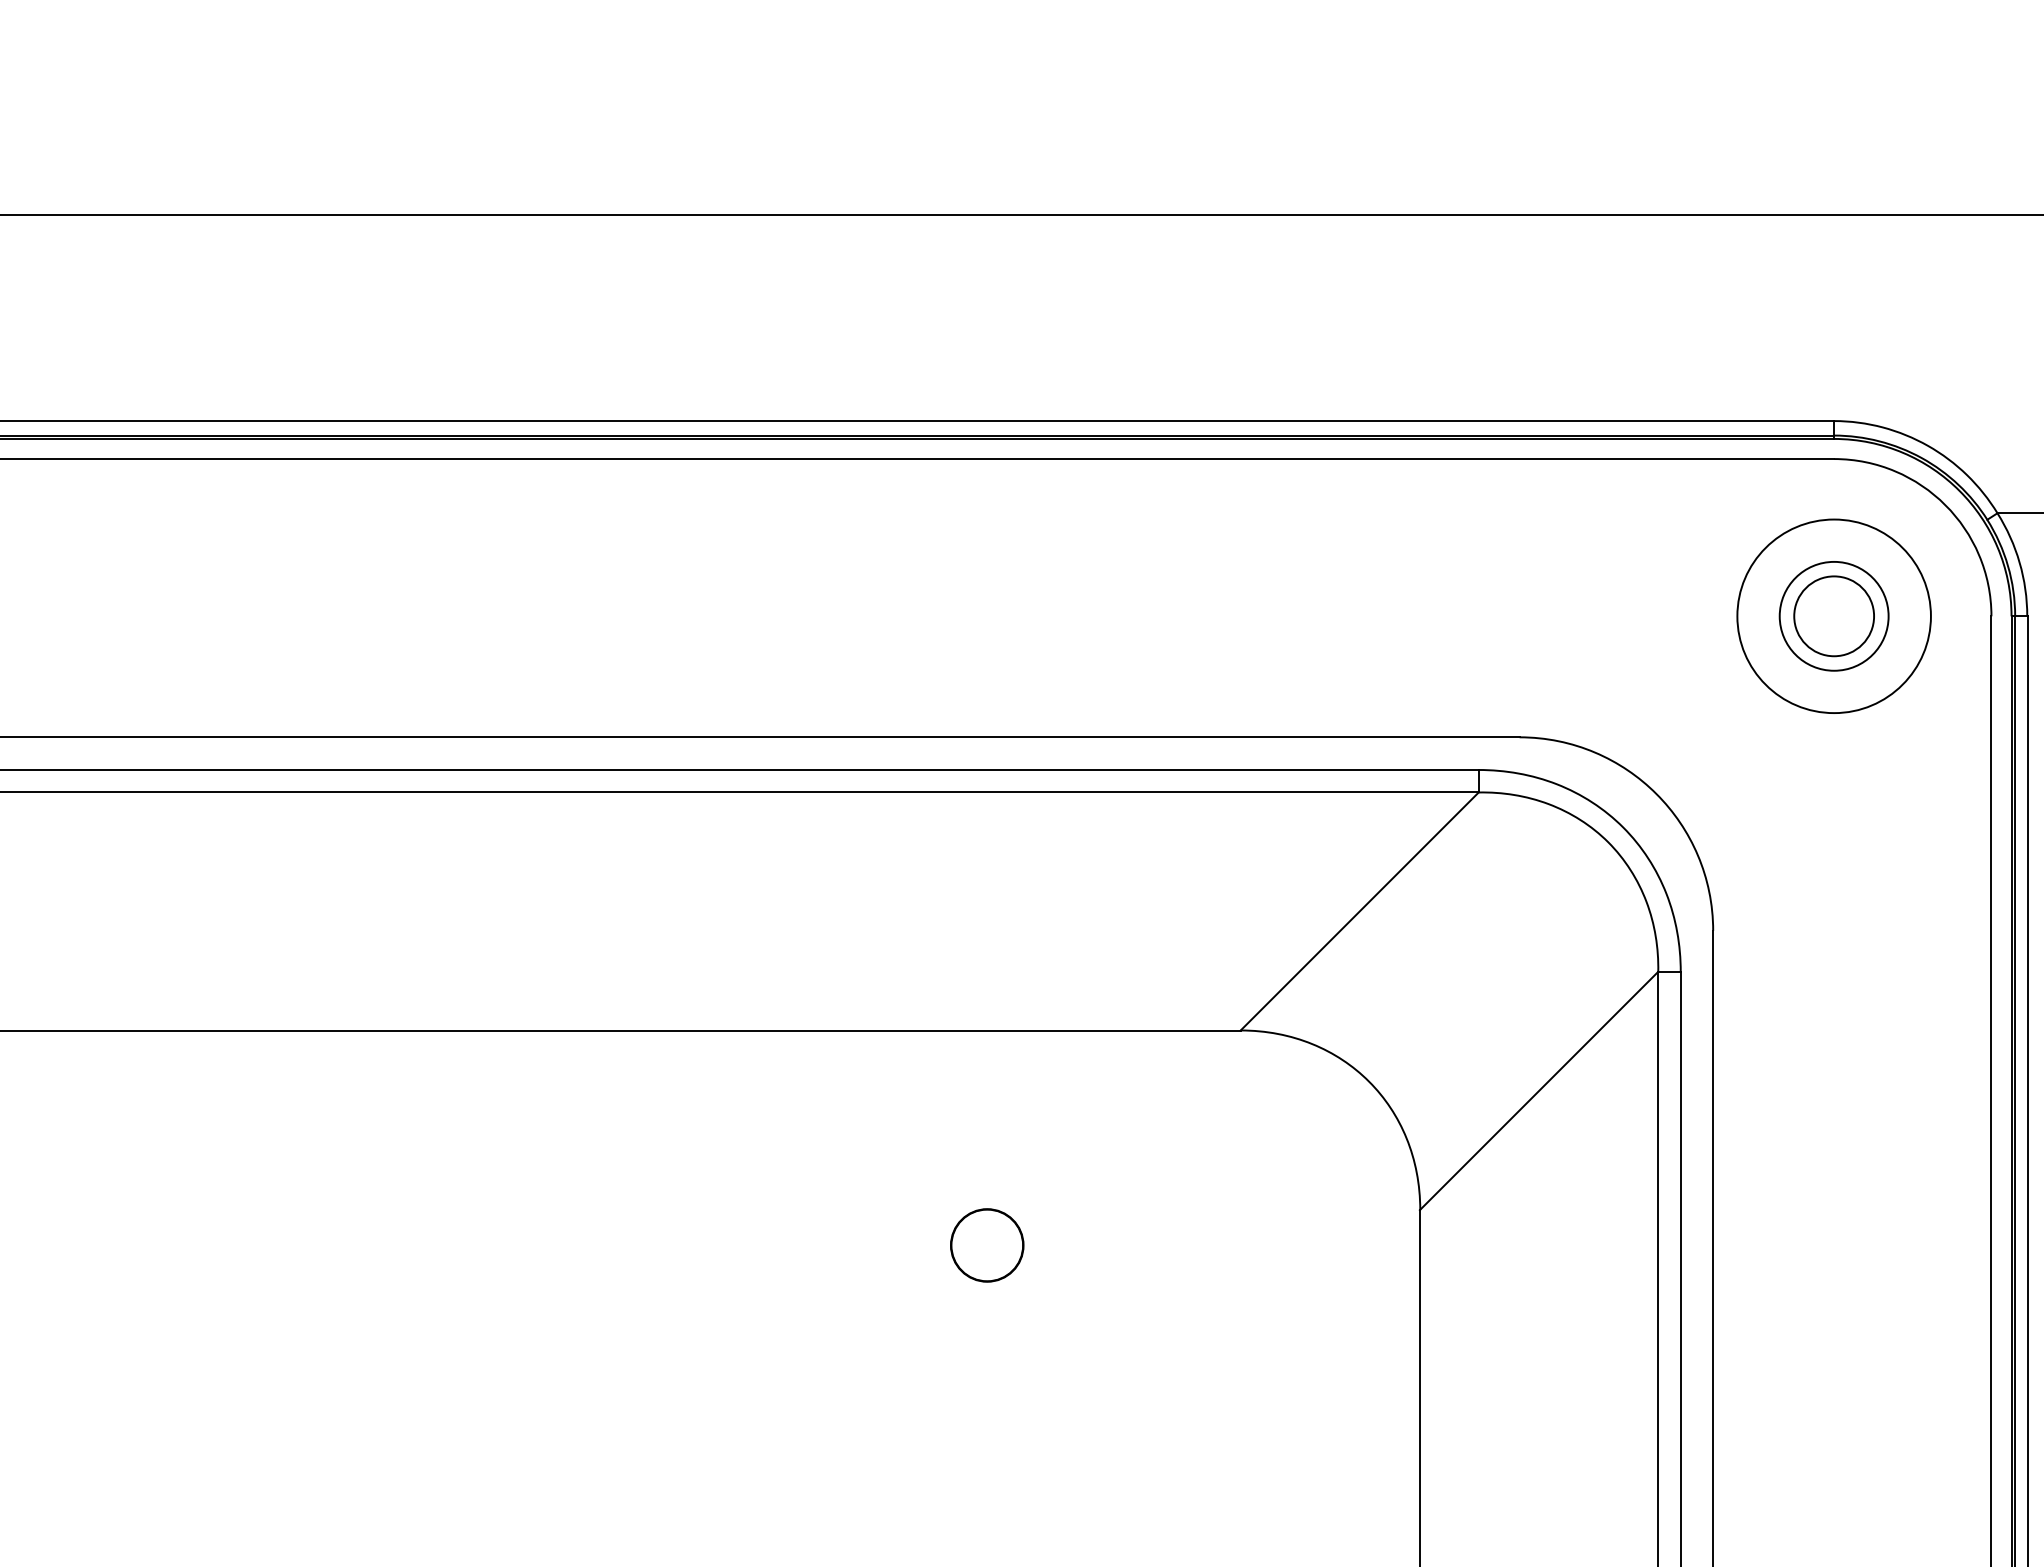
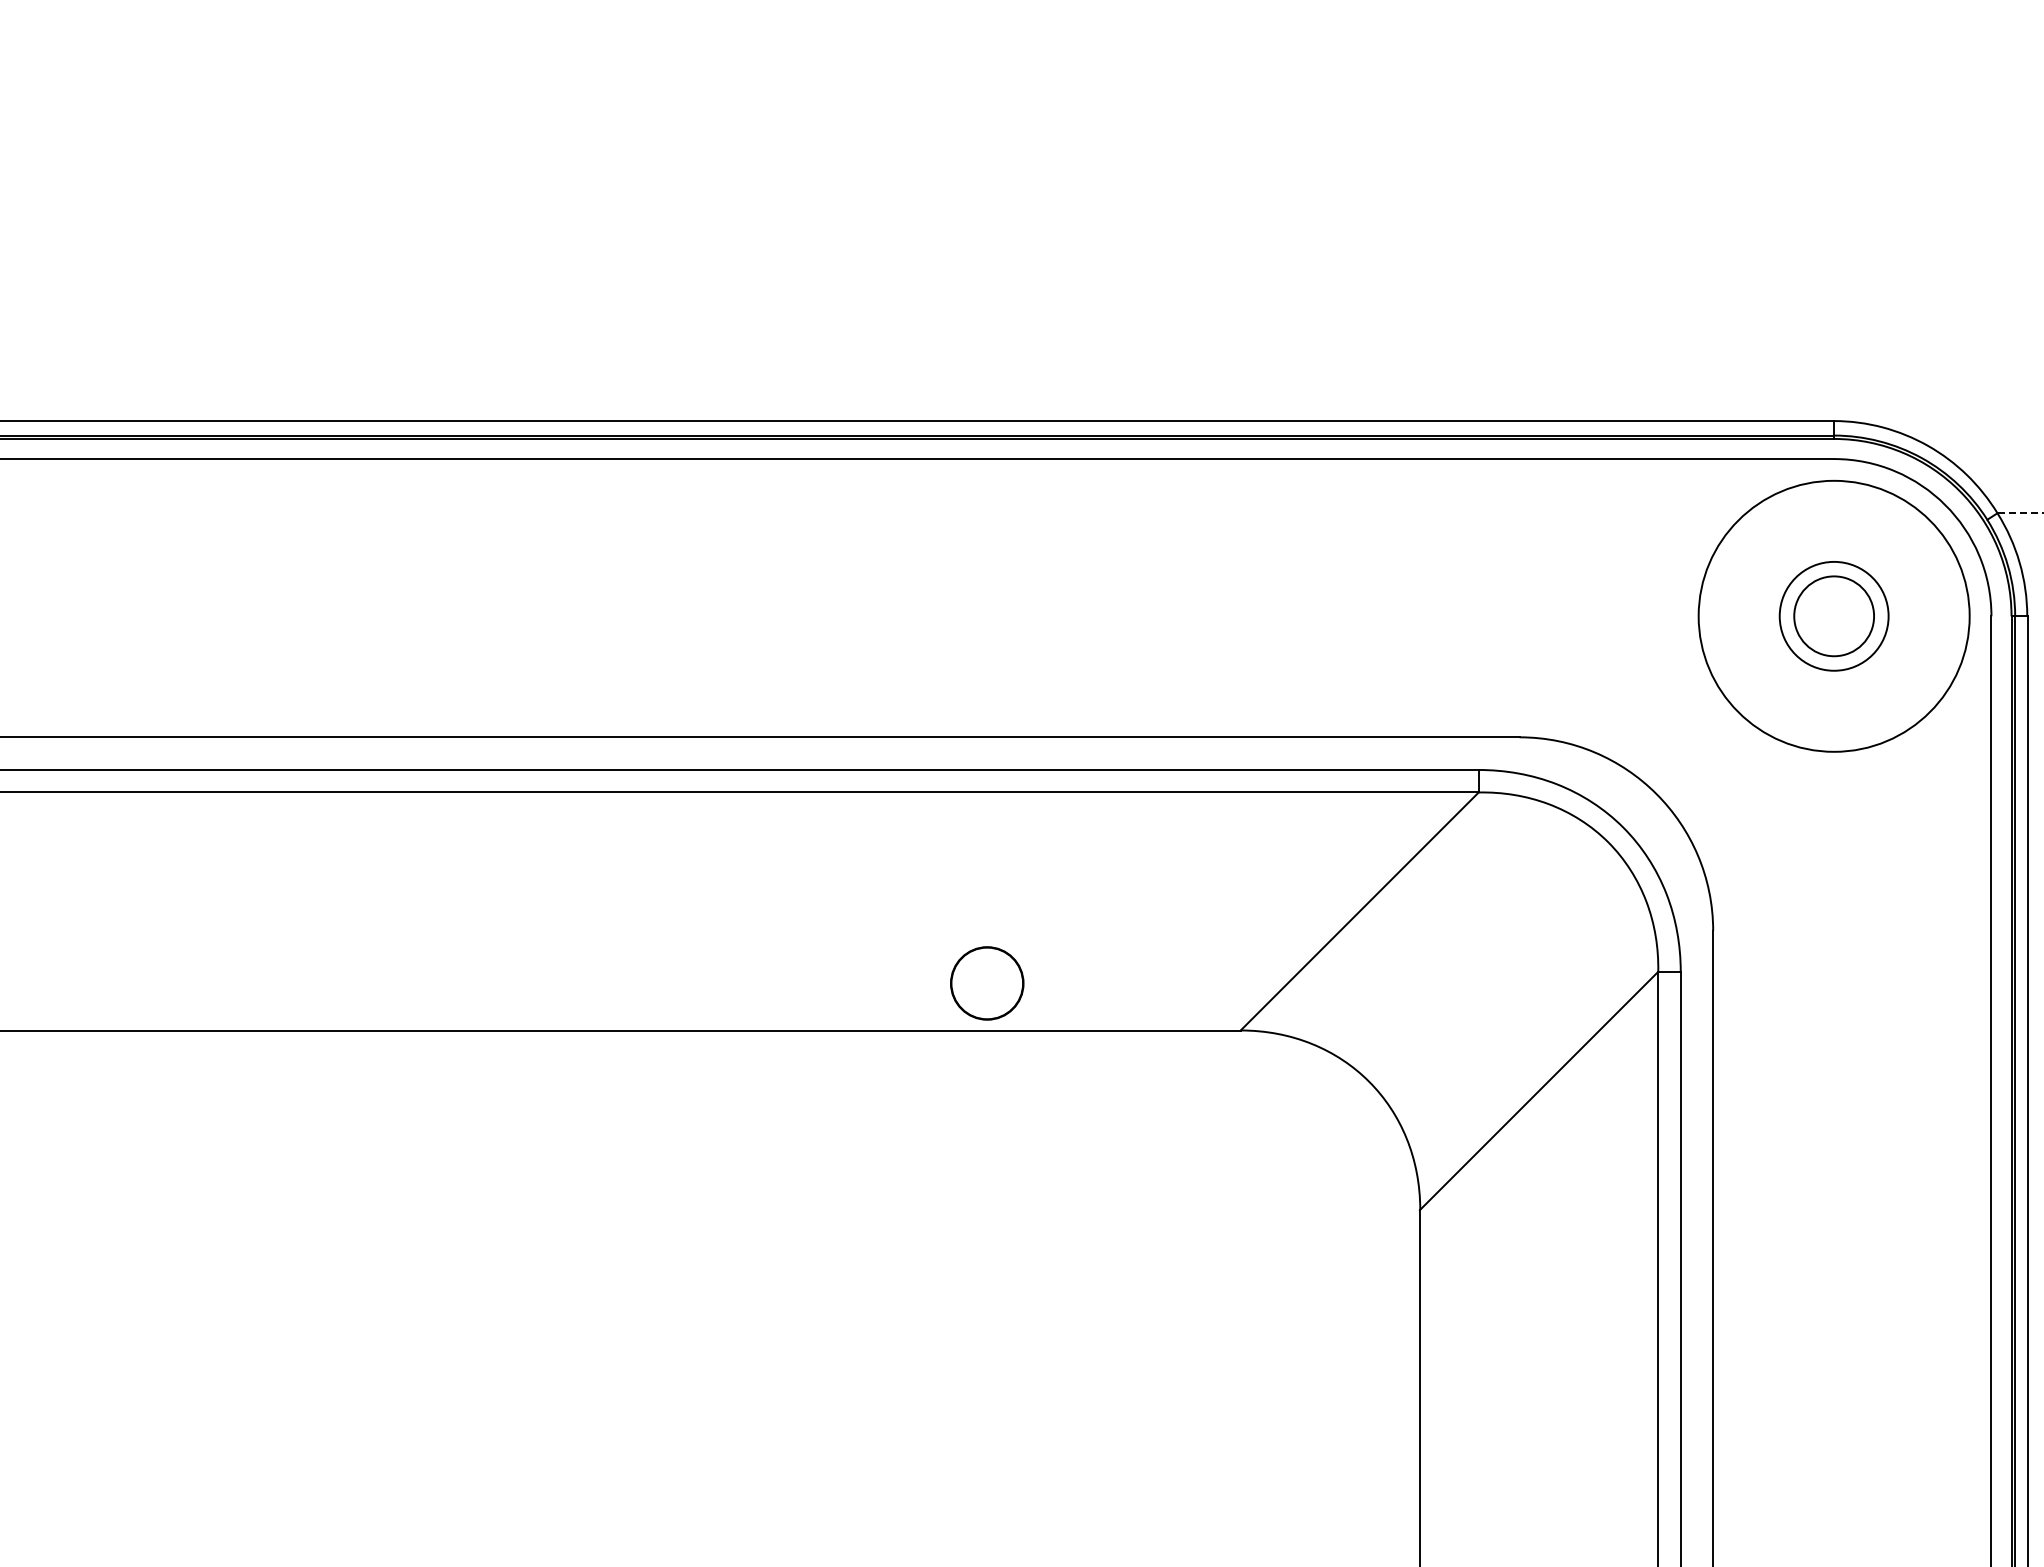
line at (1021, 214): present -> none
line at (2020, 513): solid -> dashed
circle at (1833, 616) diameter: 194 px -> 271 px
circle at (987, 1245) position: (987, 1245) -> (987, 983)
